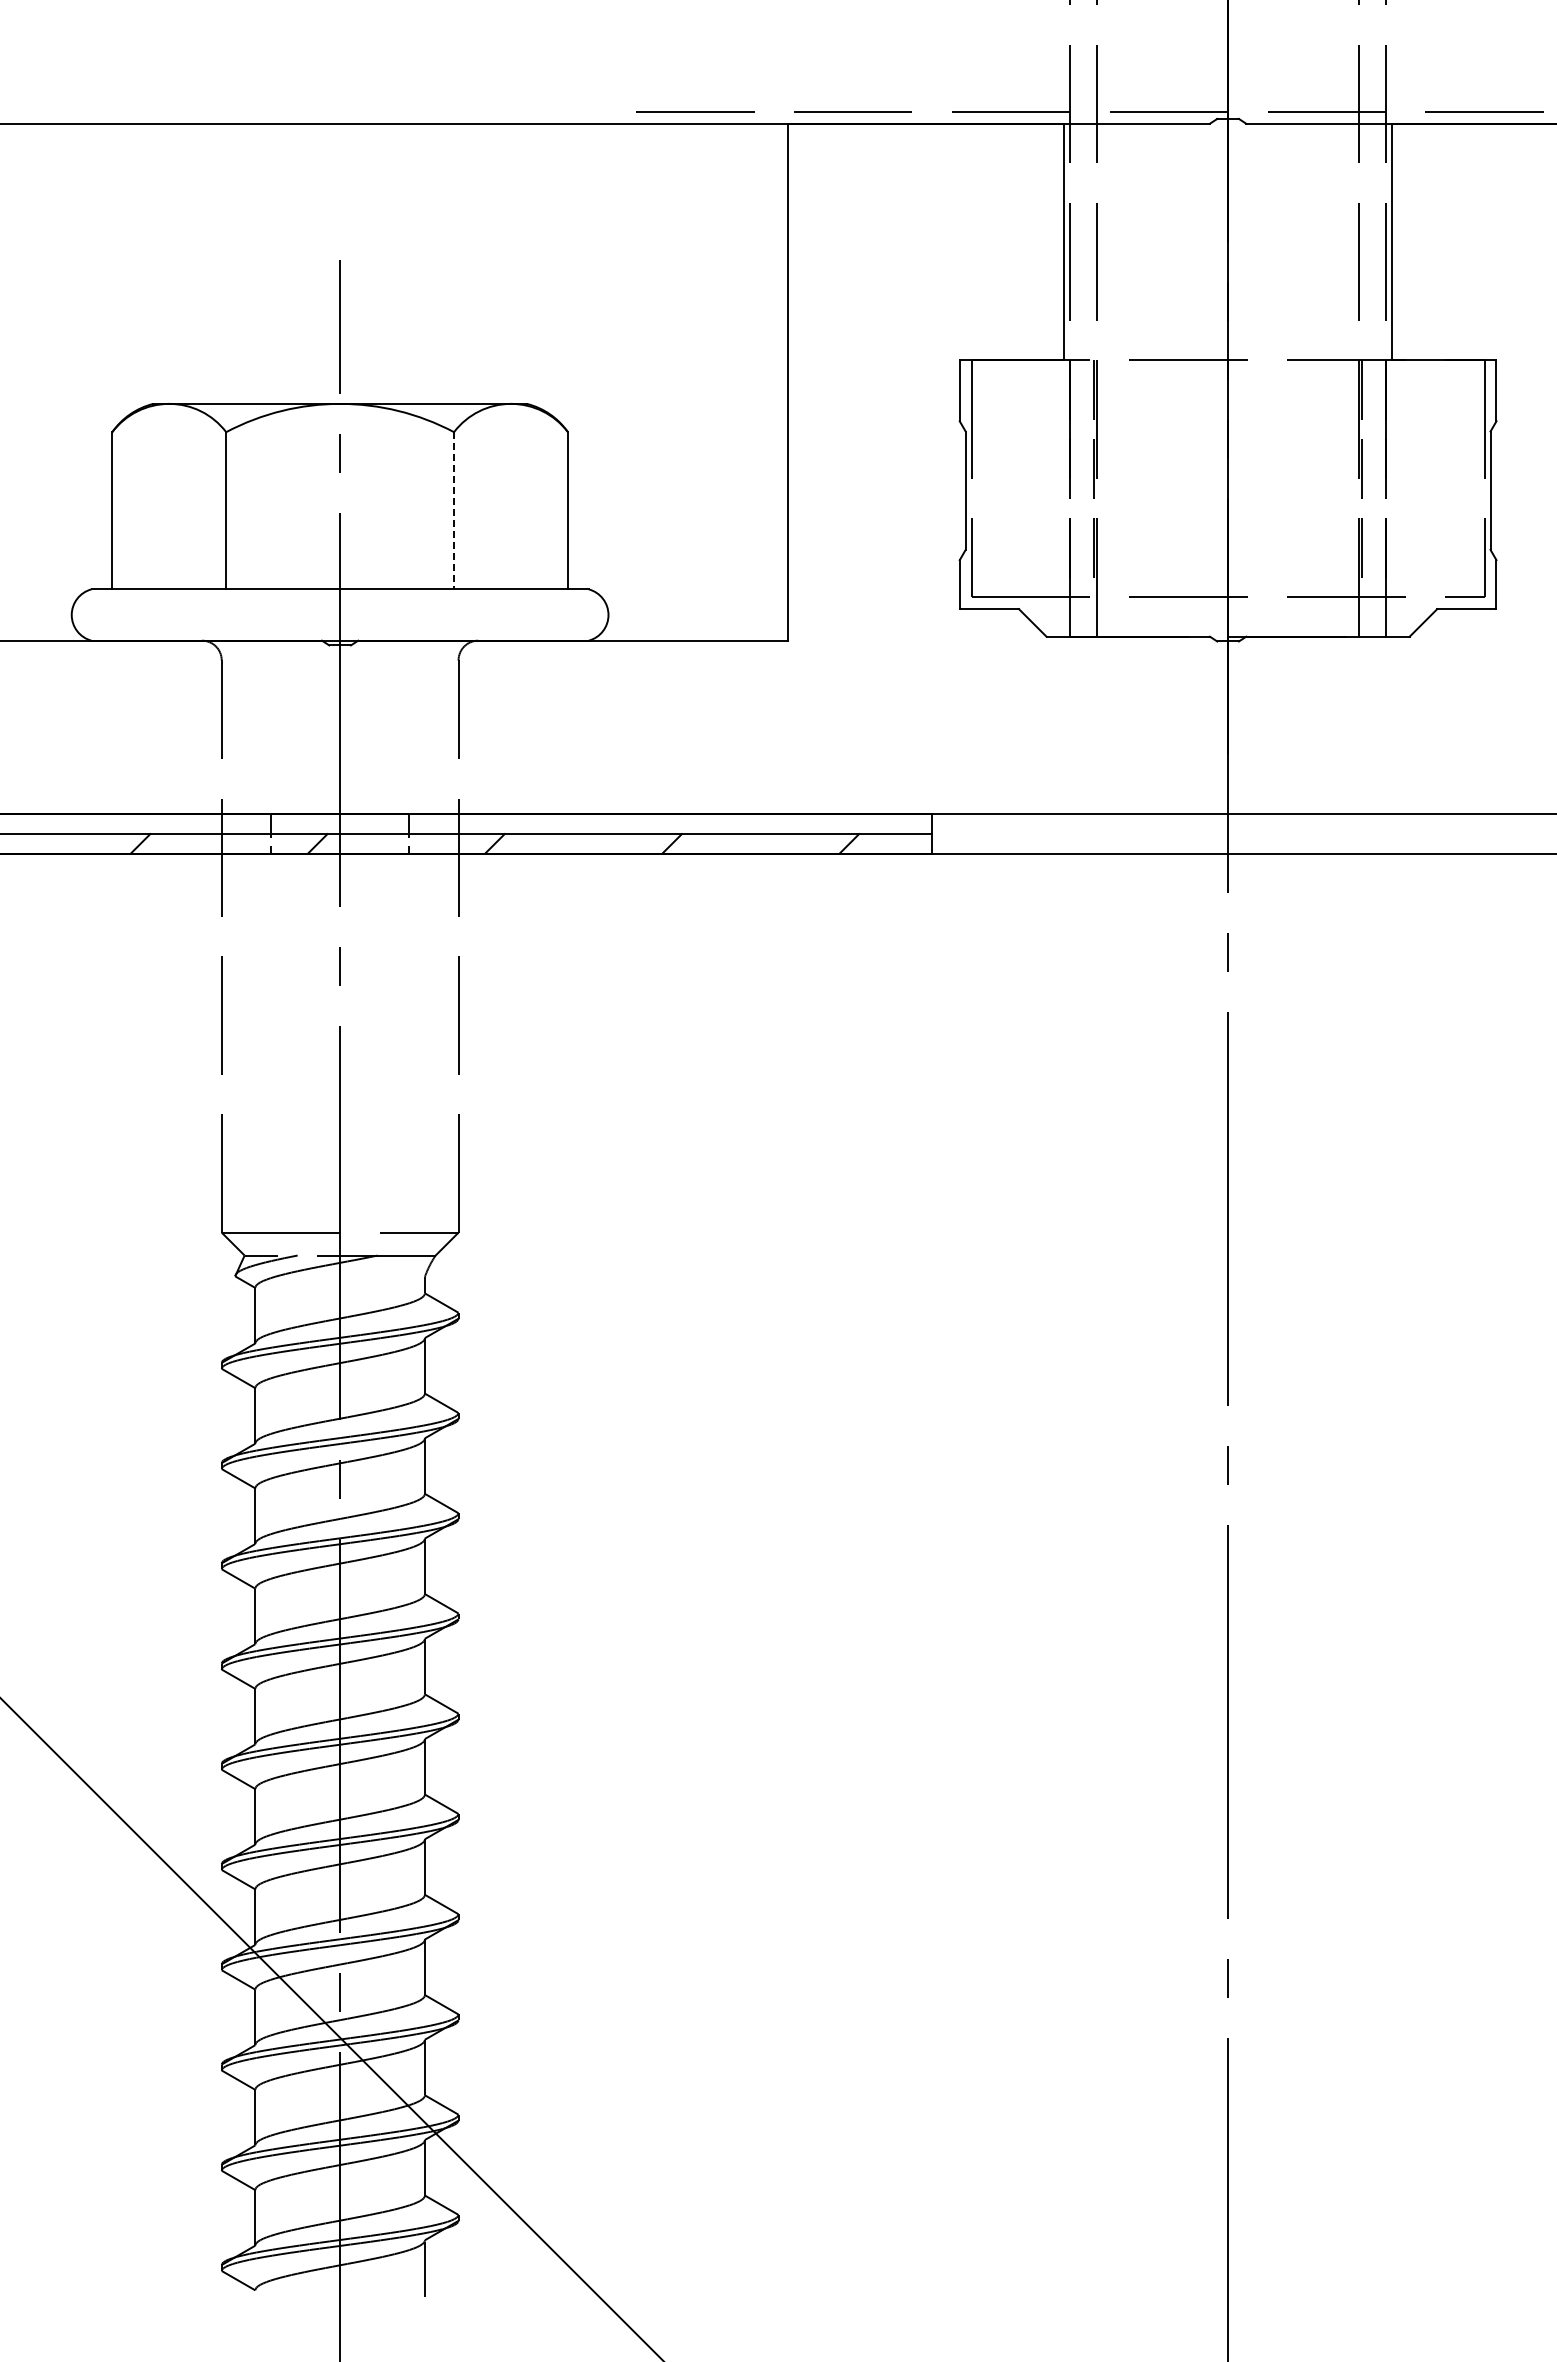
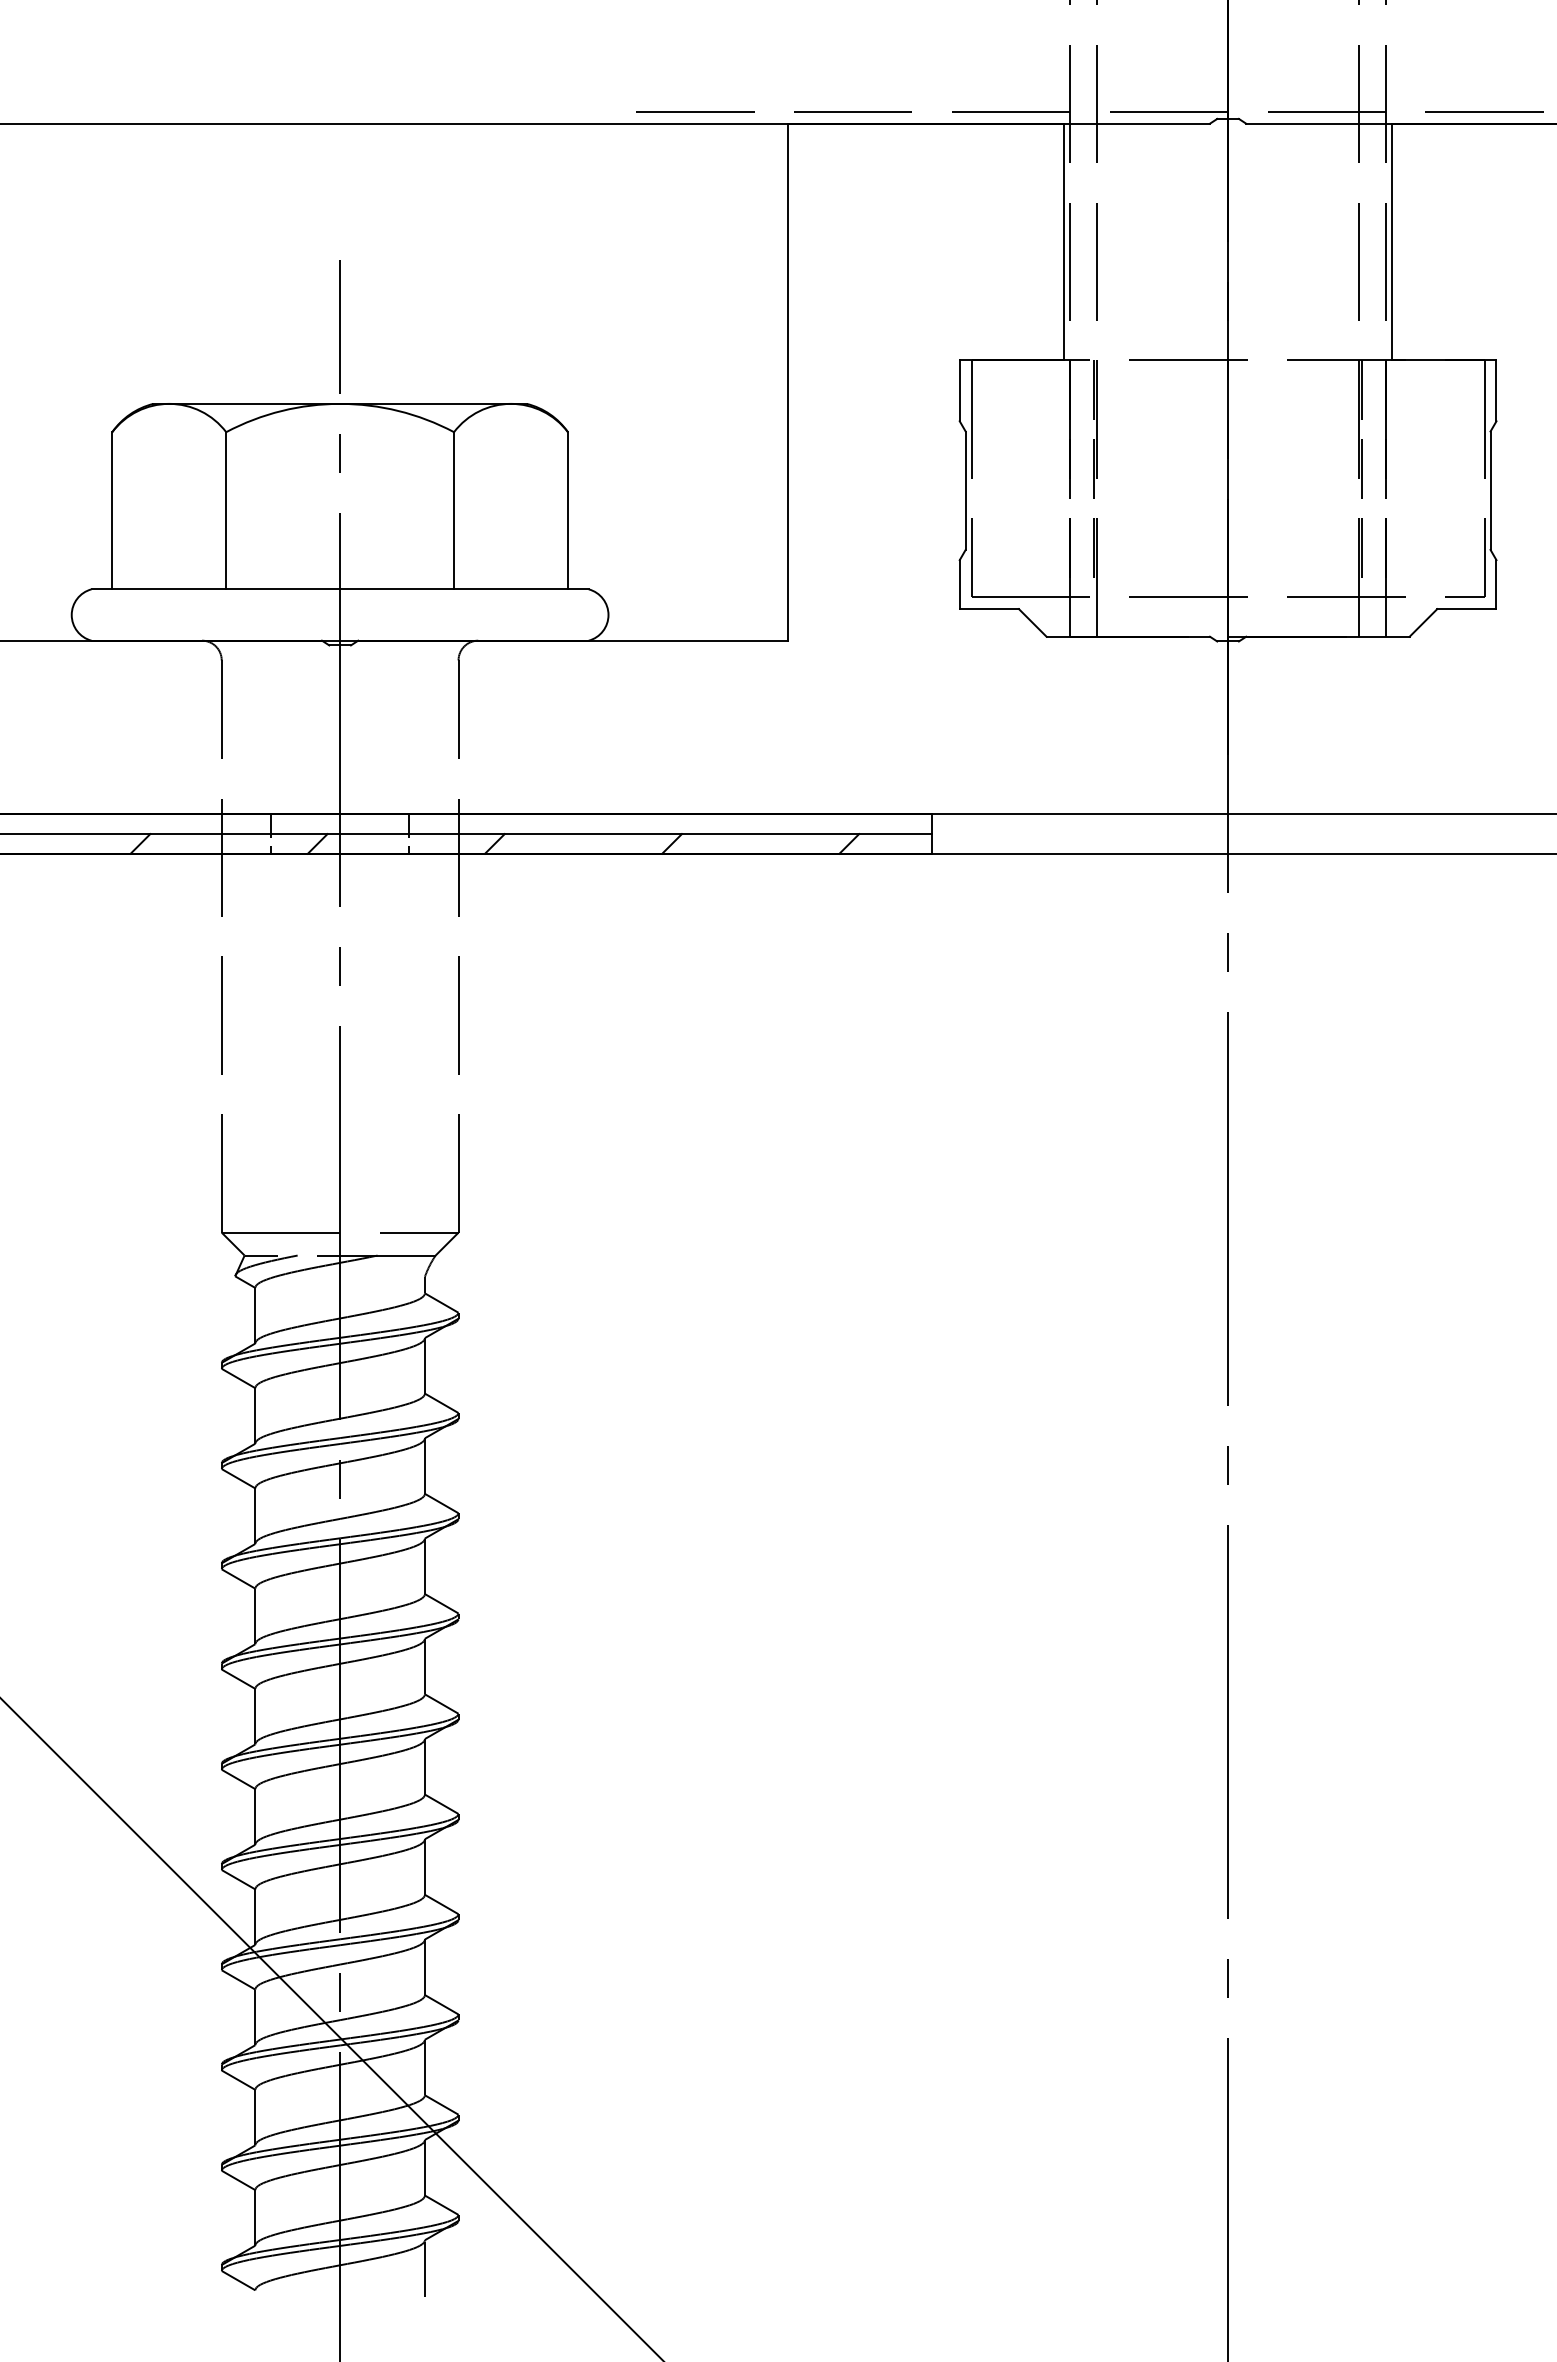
line at (454, 510): dashed -> solid
